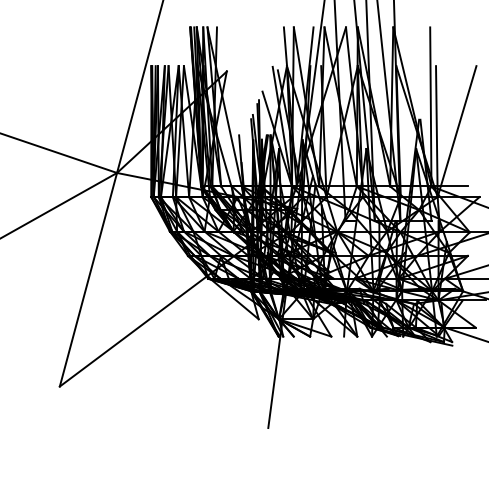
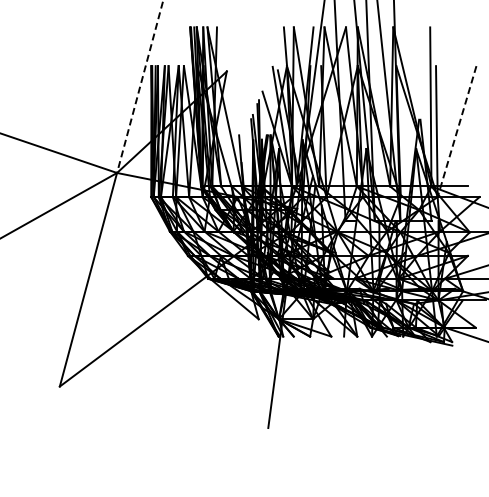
line at (140, 87): solid -> dashed
line at (456, 132): solid -> dashed
